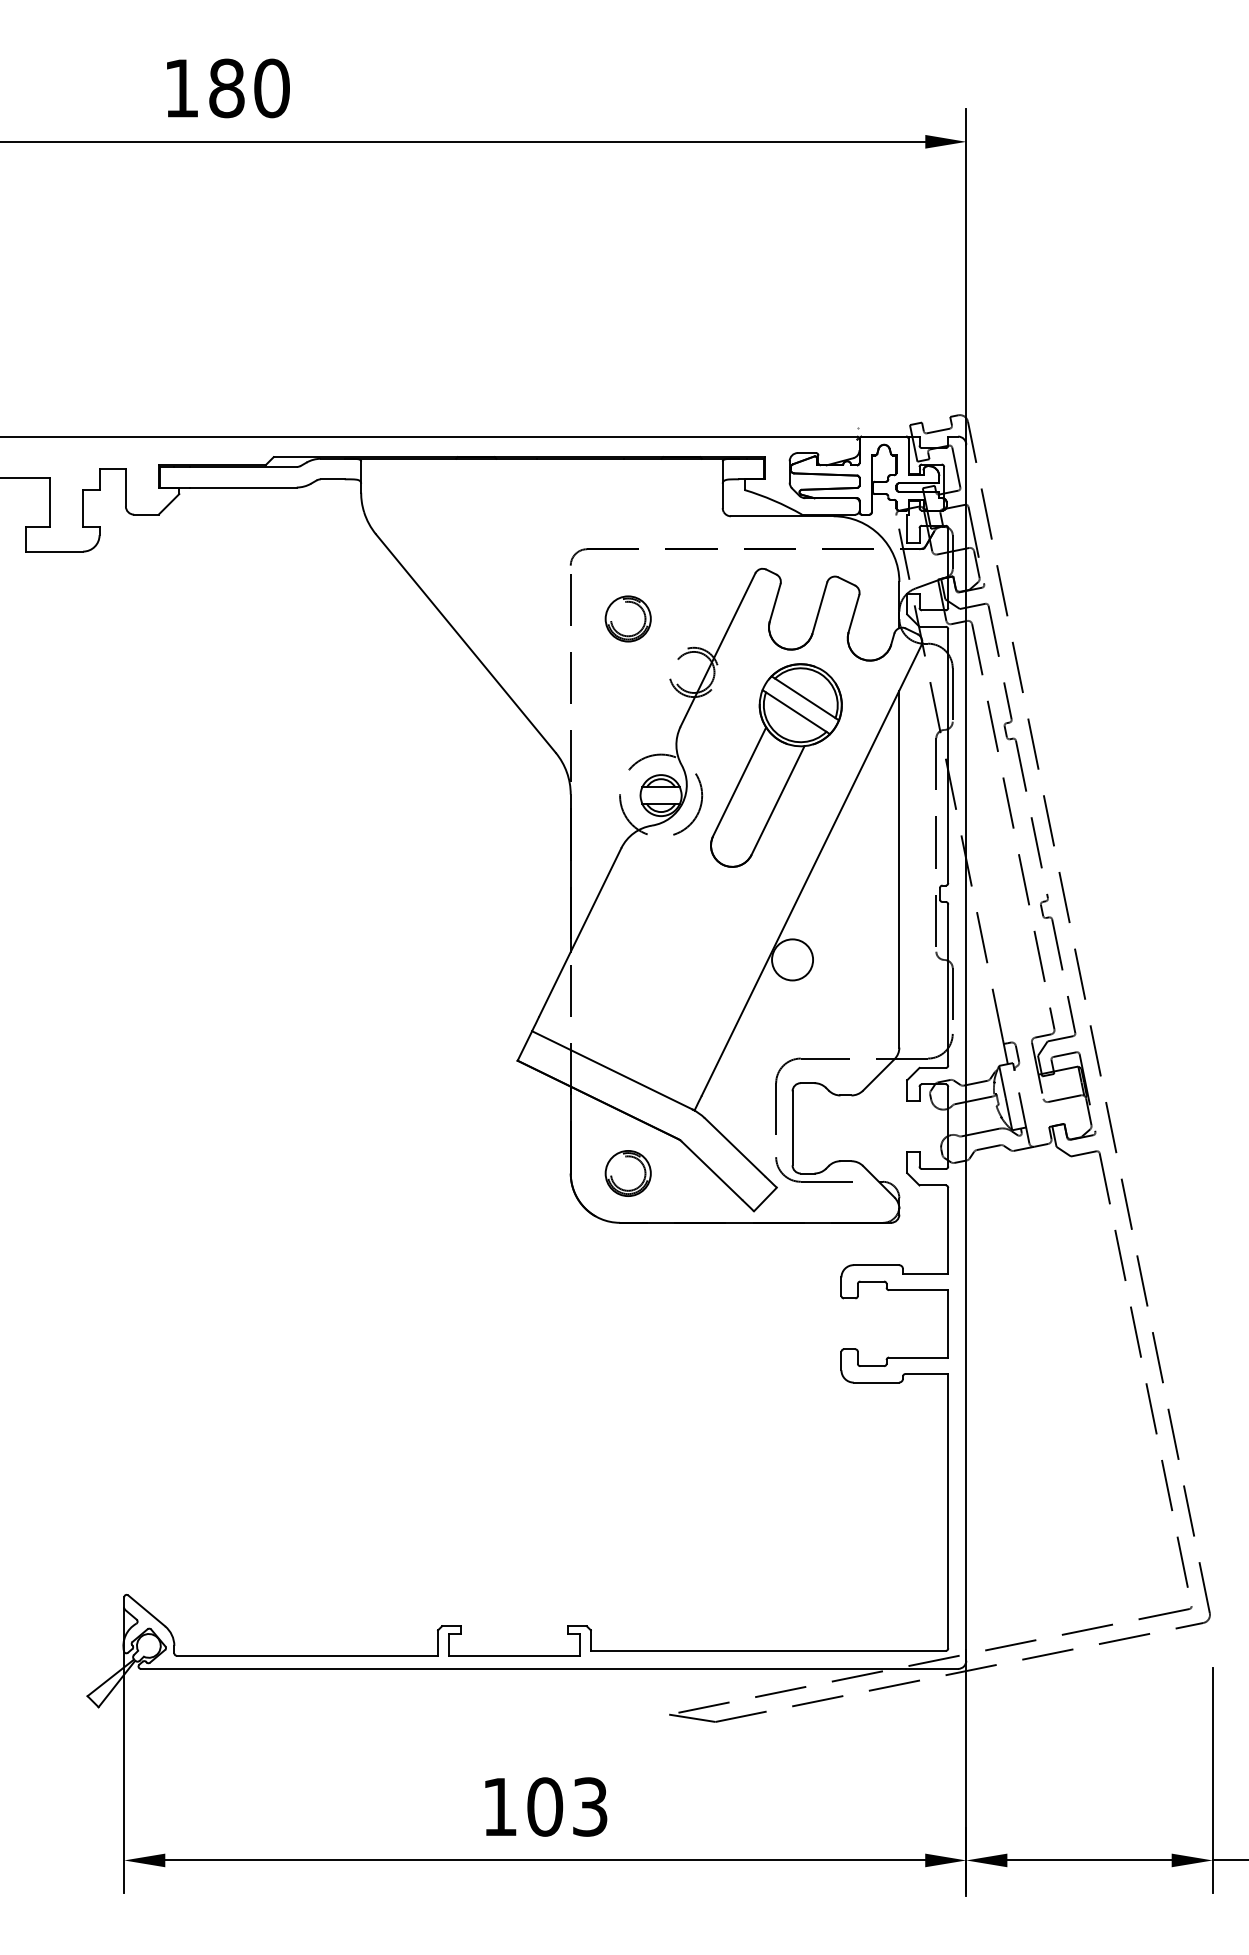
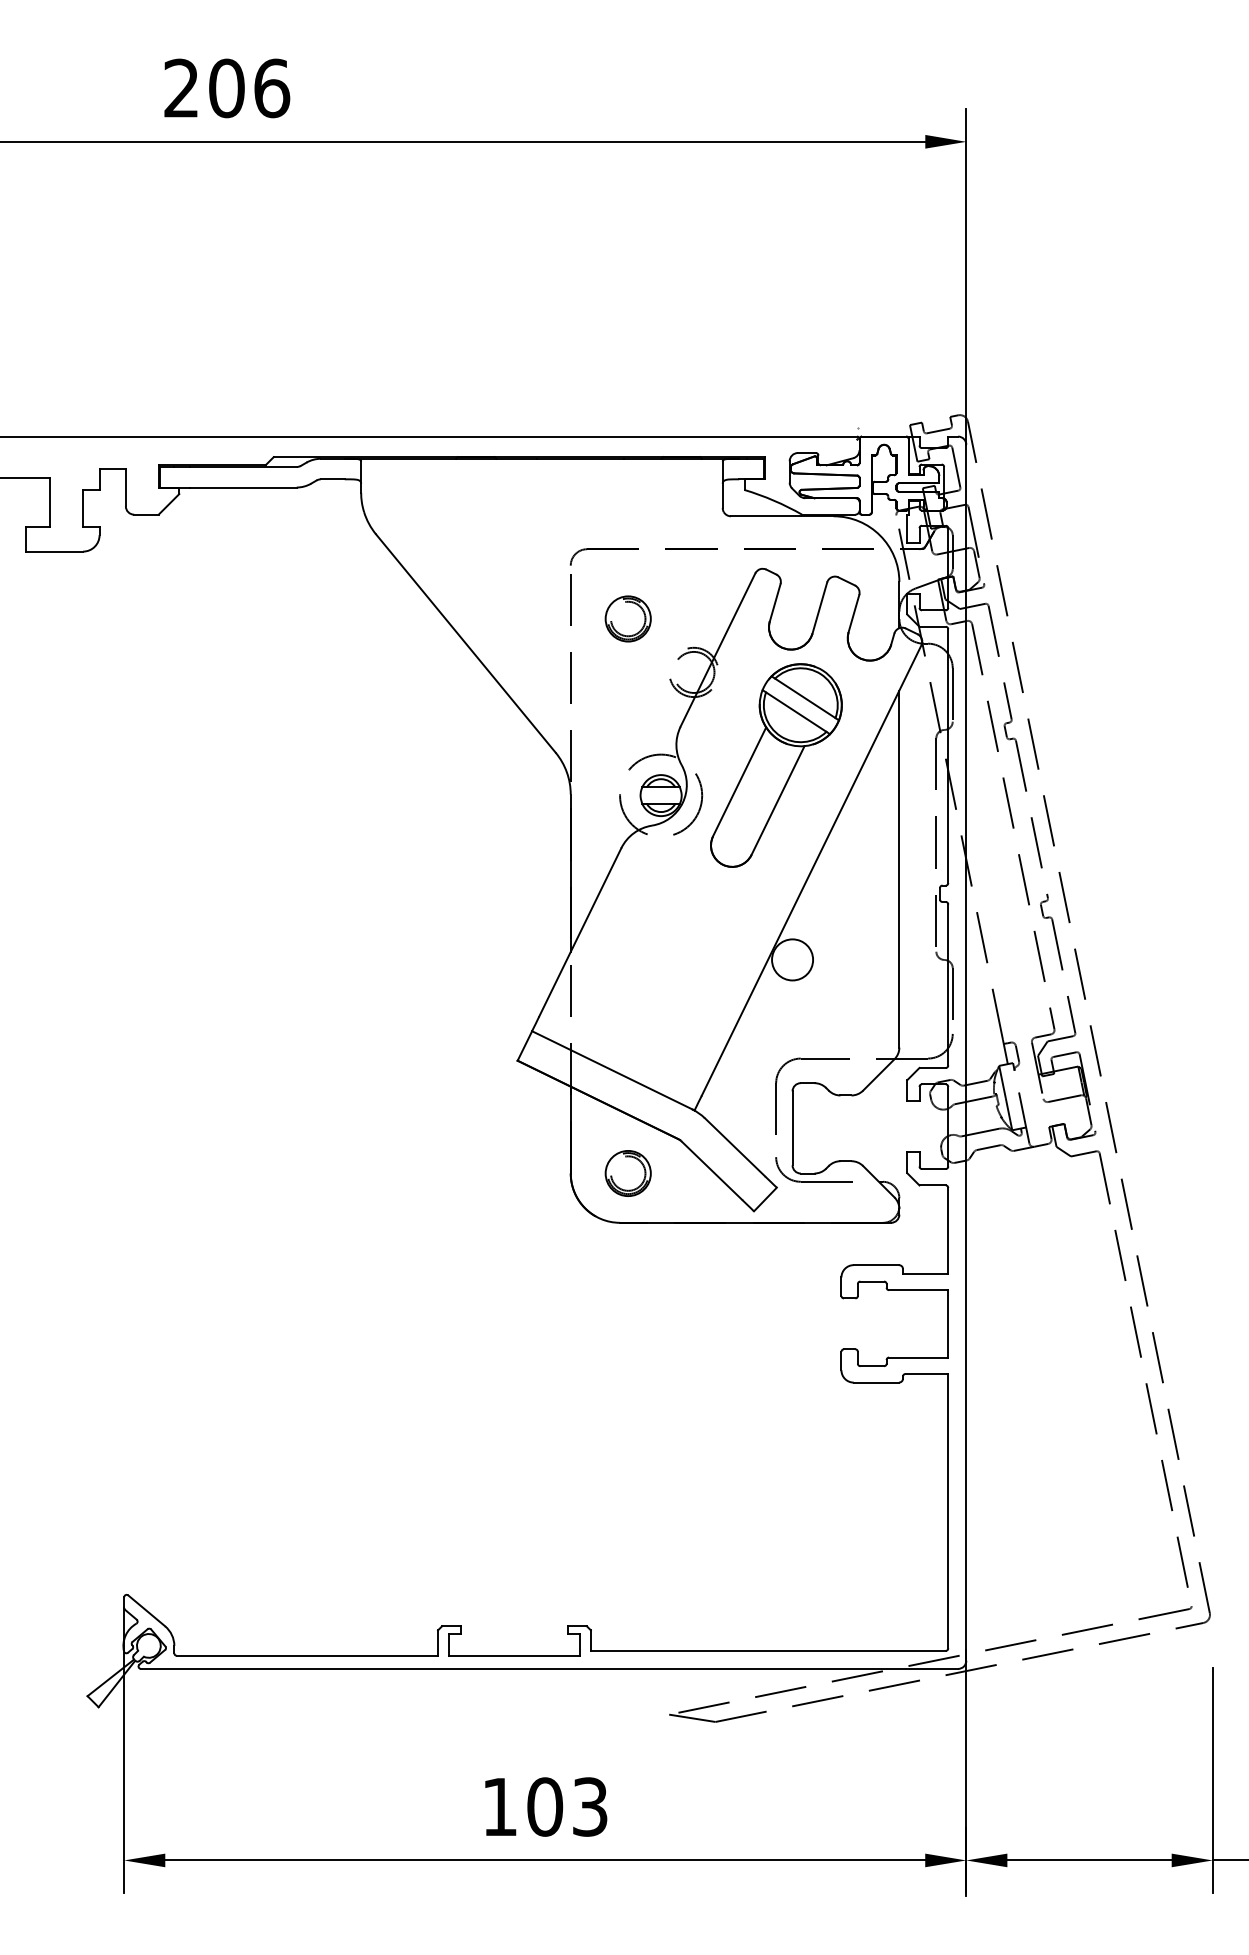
text at (227, 88): 180 -> 206
